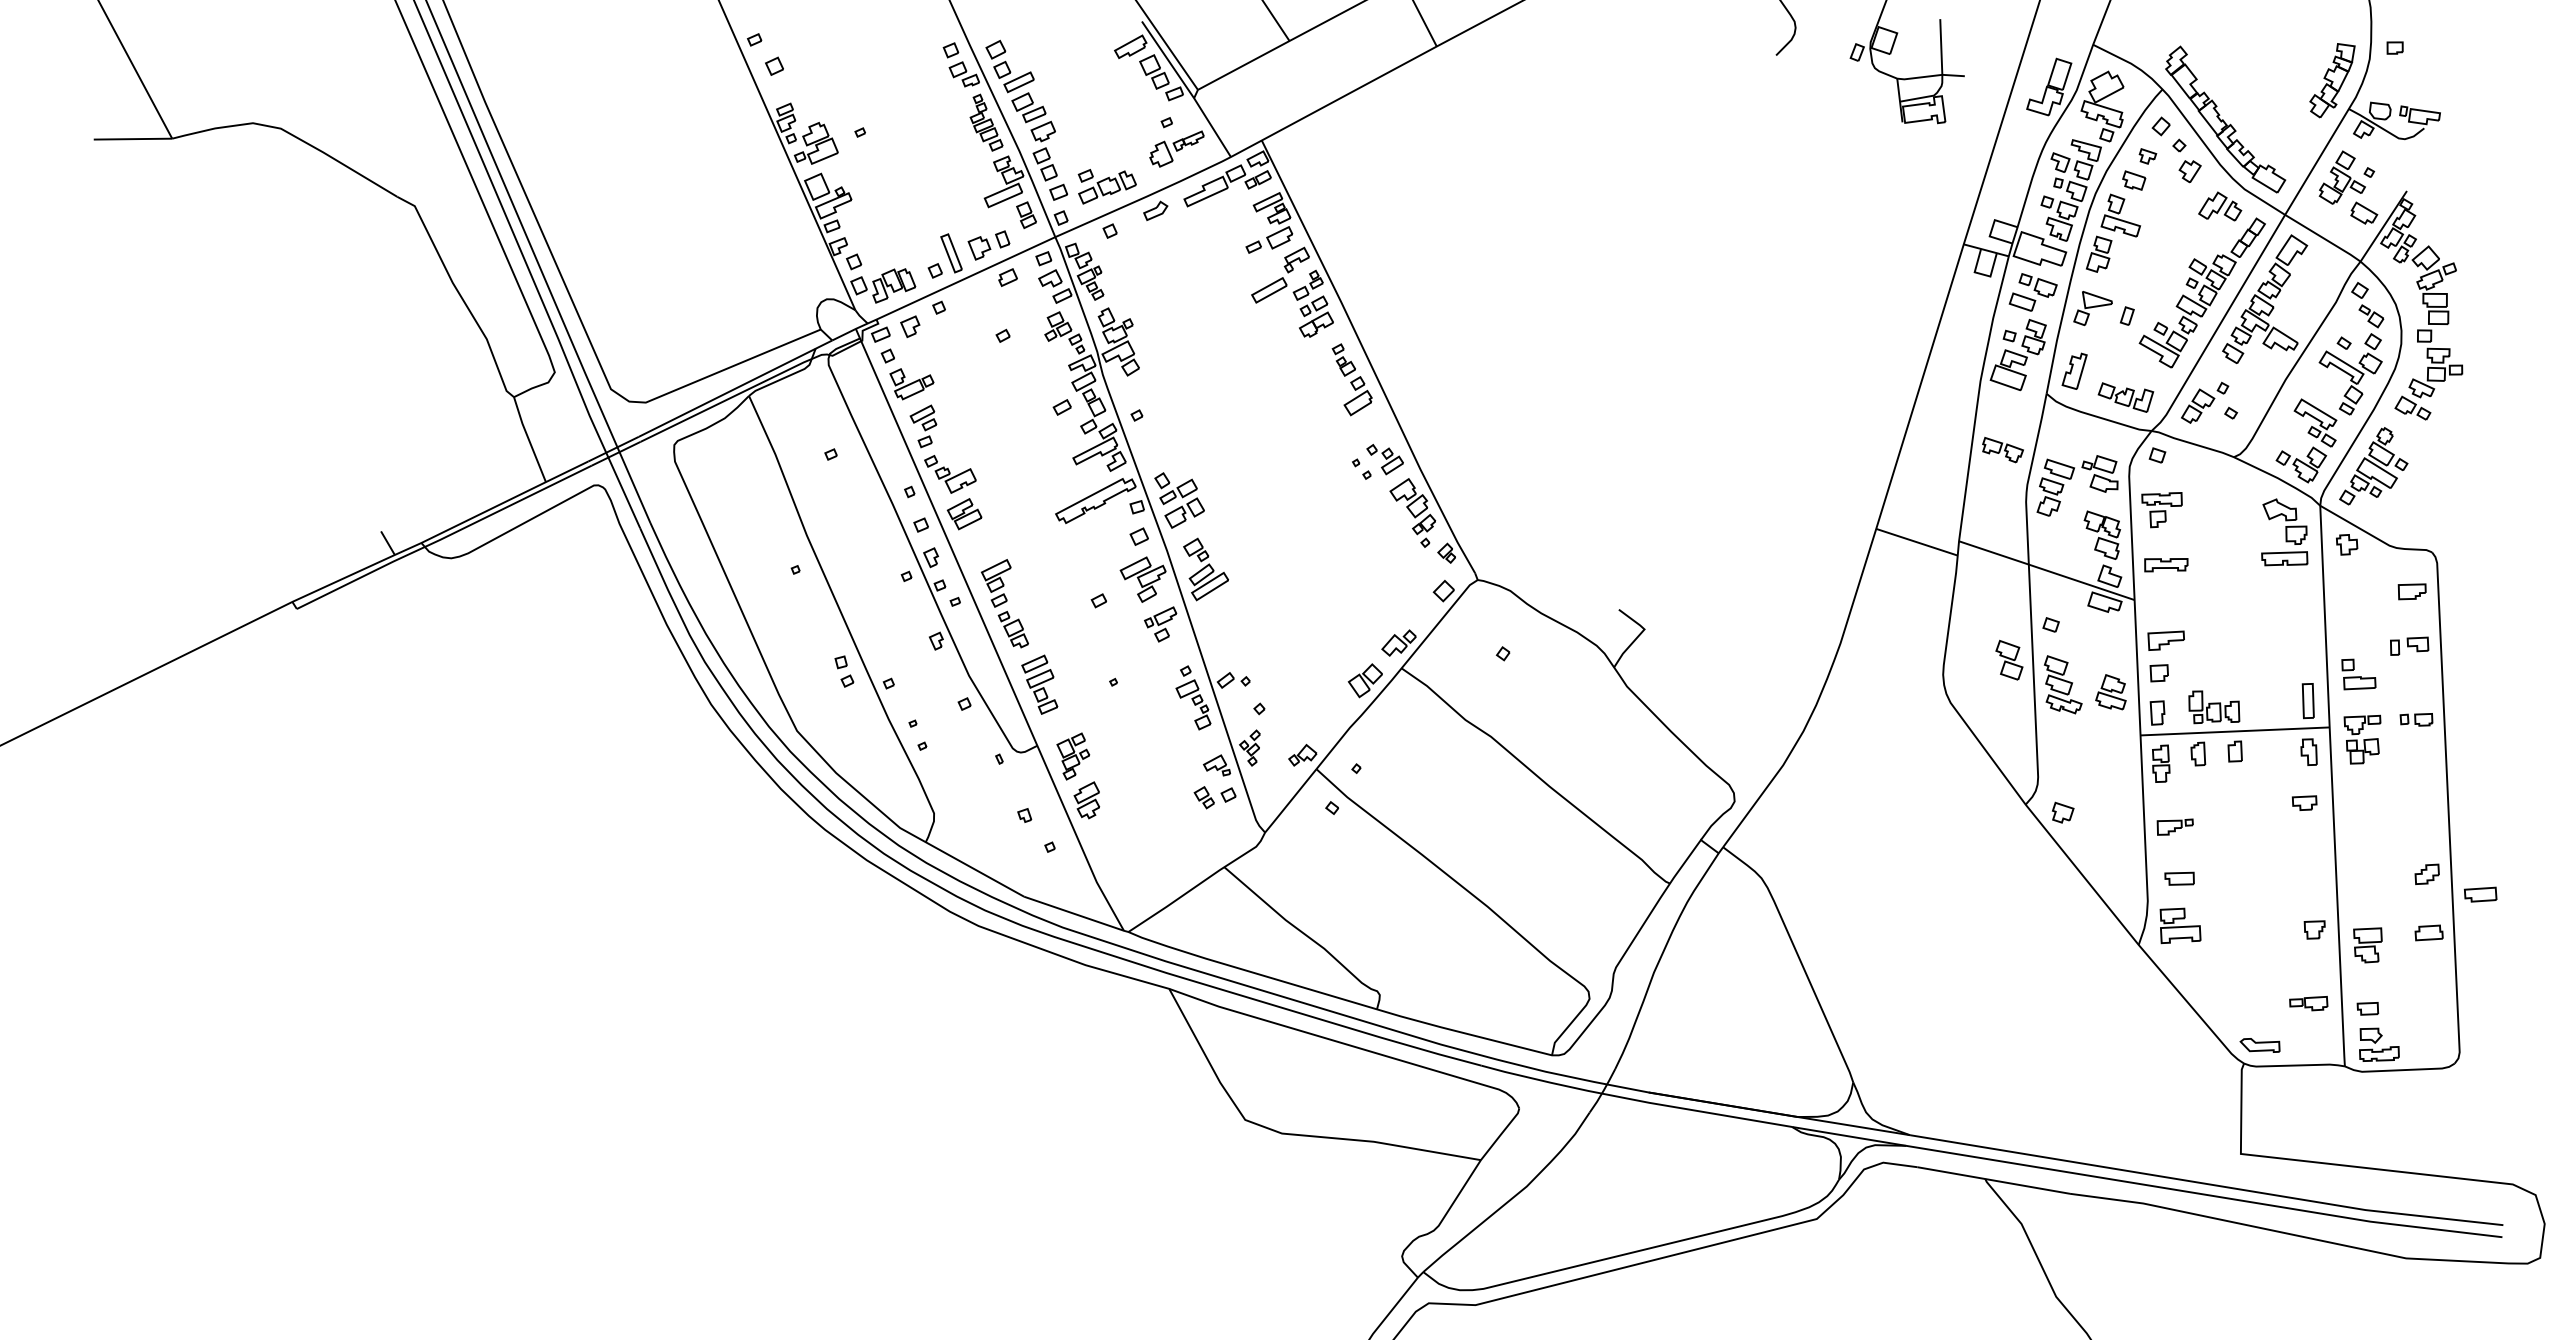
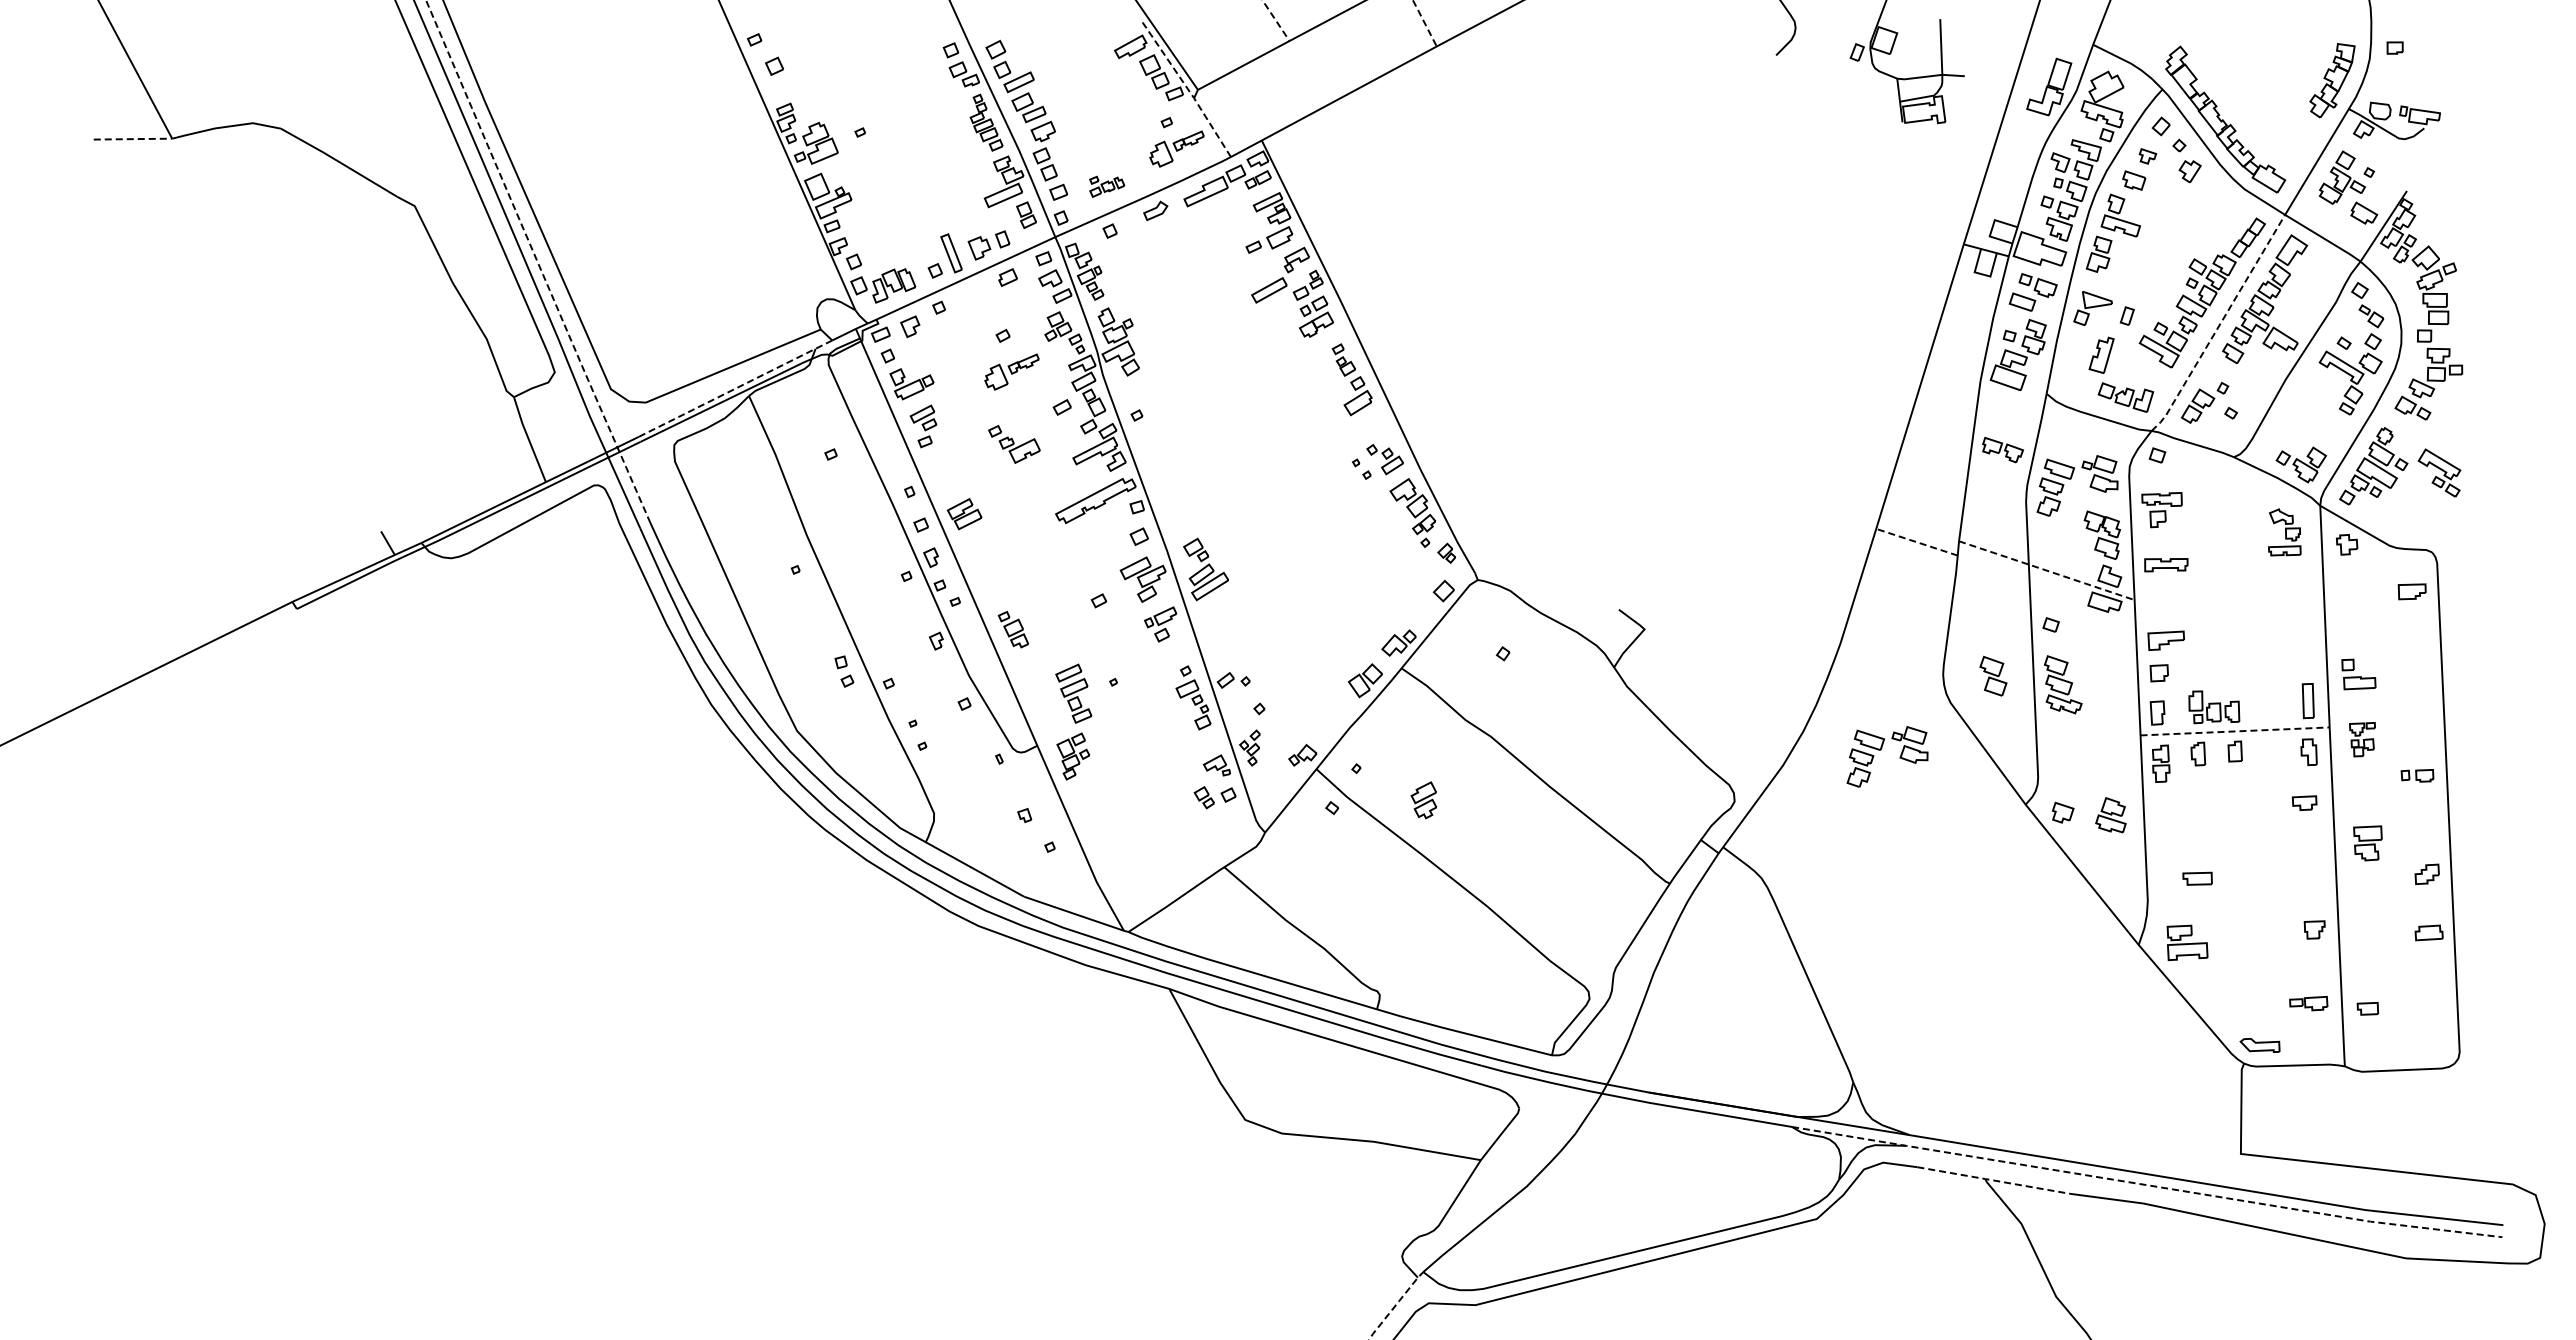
line at (1276, 21): solid -> dashed
line at (1424, 23): solid -> dashed
line at (1187, 89): solid -> dashed
line at (133, 139): solid -> dashed
part at (1106, 186) size: 60x36 px -> 37x23 px
part at (2220, 206): present -> none
line at (537, 261): solid -> dashed
line at (2219, 325): solid -> dashed
part at (2074, 370) position: (2074, 370) -> (2101, 354)
part at (1011, 371): none -> present
line at (736, 388): solid -> dashed
part at (2315, 422) position: (2315, 422) -> (2439, 472)
part at (950, 474) position: (950, 474) -> (1014, 444)
part at (1179, 500): present -> none
part at (2284, 532) size: 48x69 px -> 34x49 px
line at (1916, 542): solid -> dashed
line at (2046, 570): solid -> dashed
part at (995, 583): present -> none
part at (2409, 645): present -> none
part at (2009, 659) position: (2009, 659) -> (1993, 675)
part at (1039, 684) position: (1039, 684) -> (1073, 693)
part at (2110, 692) position: (2110, 692) -> (2110, 815)
part at (2416, 719) position: (2416, 719) -> (2417, 775)
line at (2235, 731): solid -> dashed
part at (2362, 739) size: 39x51 px -> 27x36 px
part at (1881, 750): none -> present
part at (1086, 800) position: (1086, 800) -> (1423, 800)
part at (2174, 826): present -> none
part at (2179, 878) position: (2179, 878) -> (2197, 878)
part at (2480, 894): present -> none
part at (2180, 925) position: (2180, 925) -> (2187, 942)
part at (2367, 945) position: (2367, 945) -> (2367, 843)
part at (2379, 1044): present -> none
line at (1994, 1180): solid -> dashed
line at (2146, 1185): solid -> dashed
line at (1396, 1305): solid -> dashed
